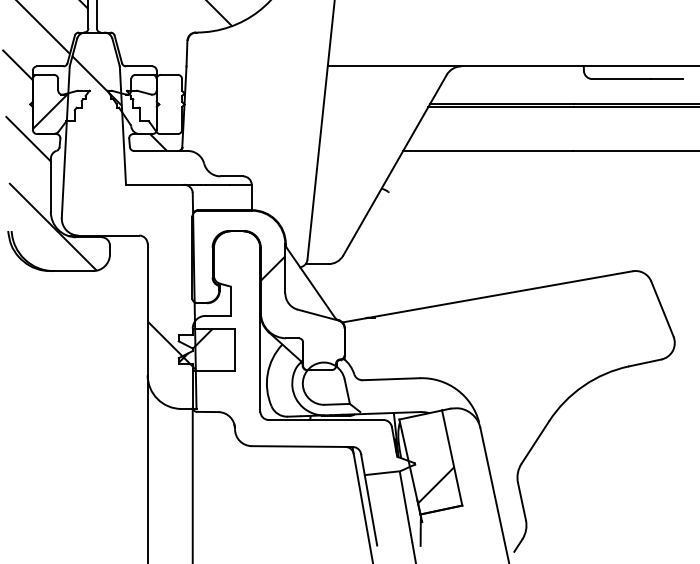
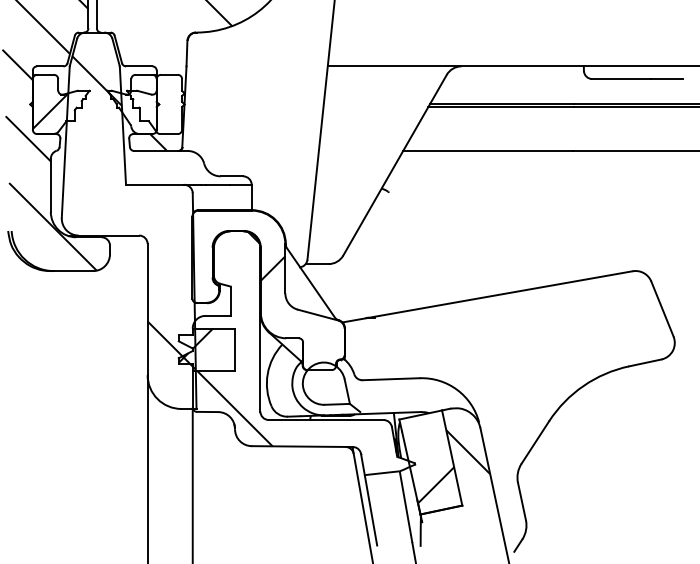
hatch at (234, 338): none -> present
hatch at (468, 452): none -> present
